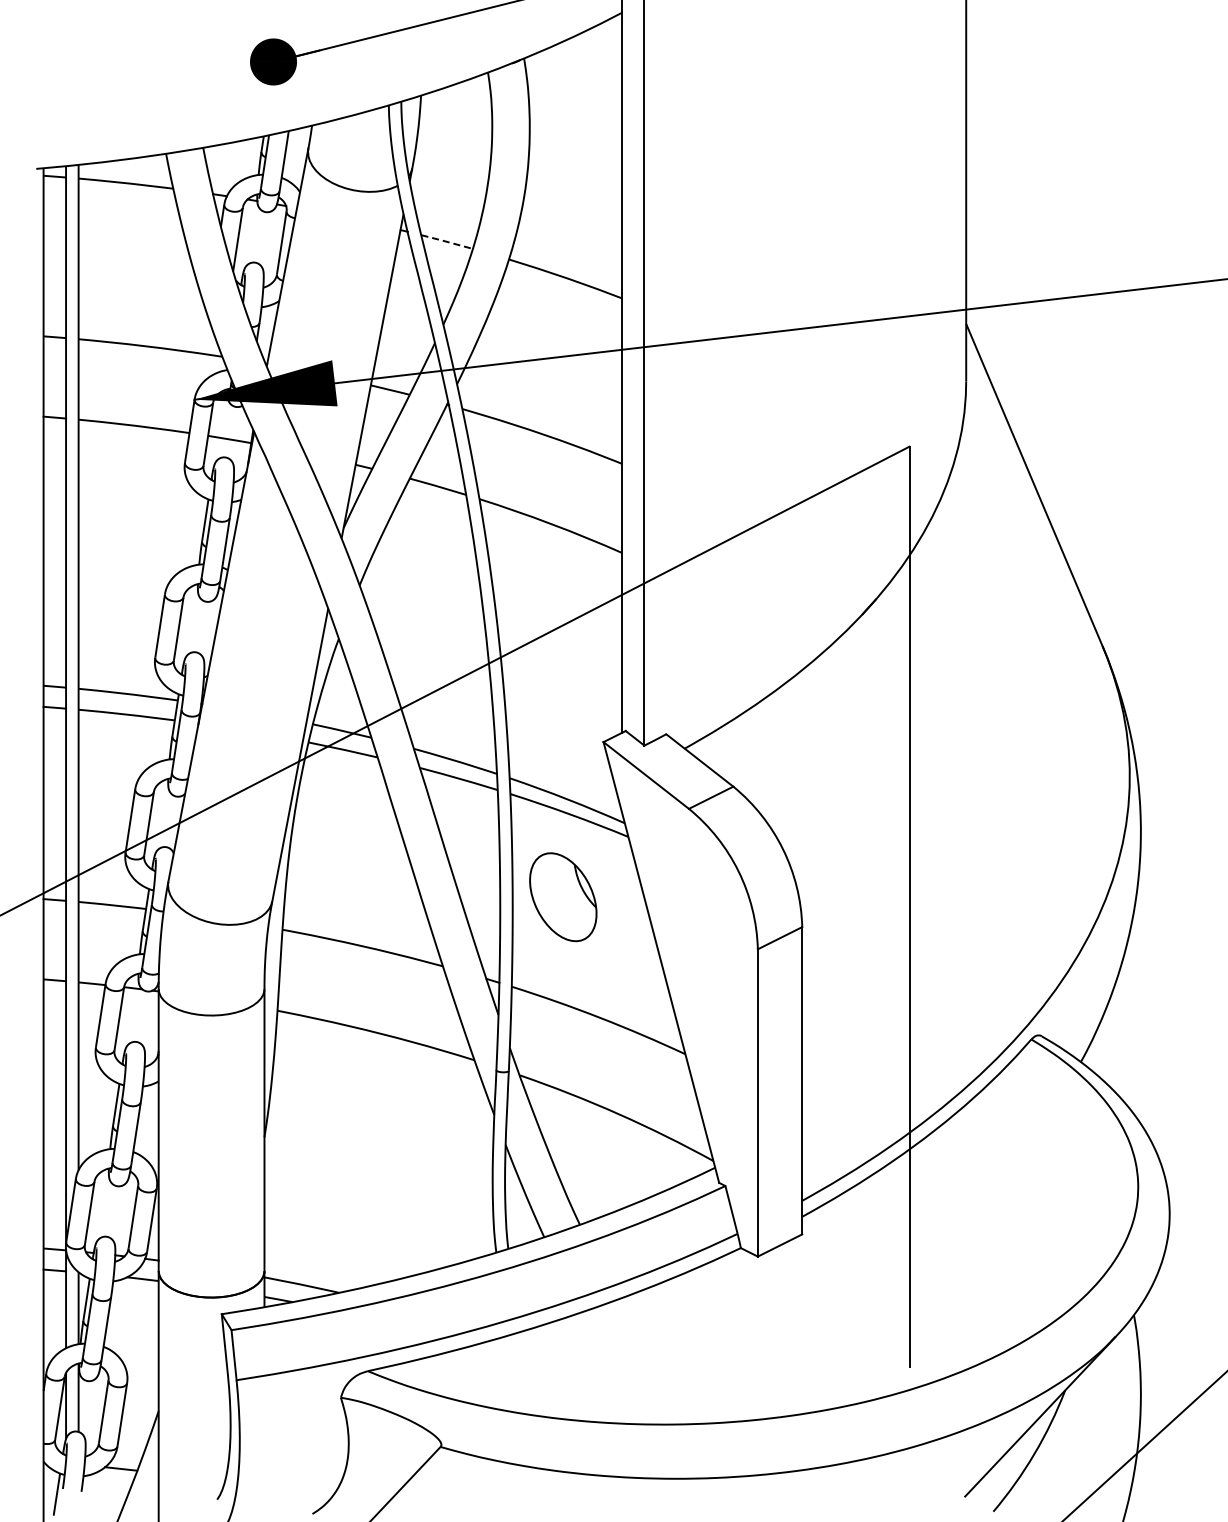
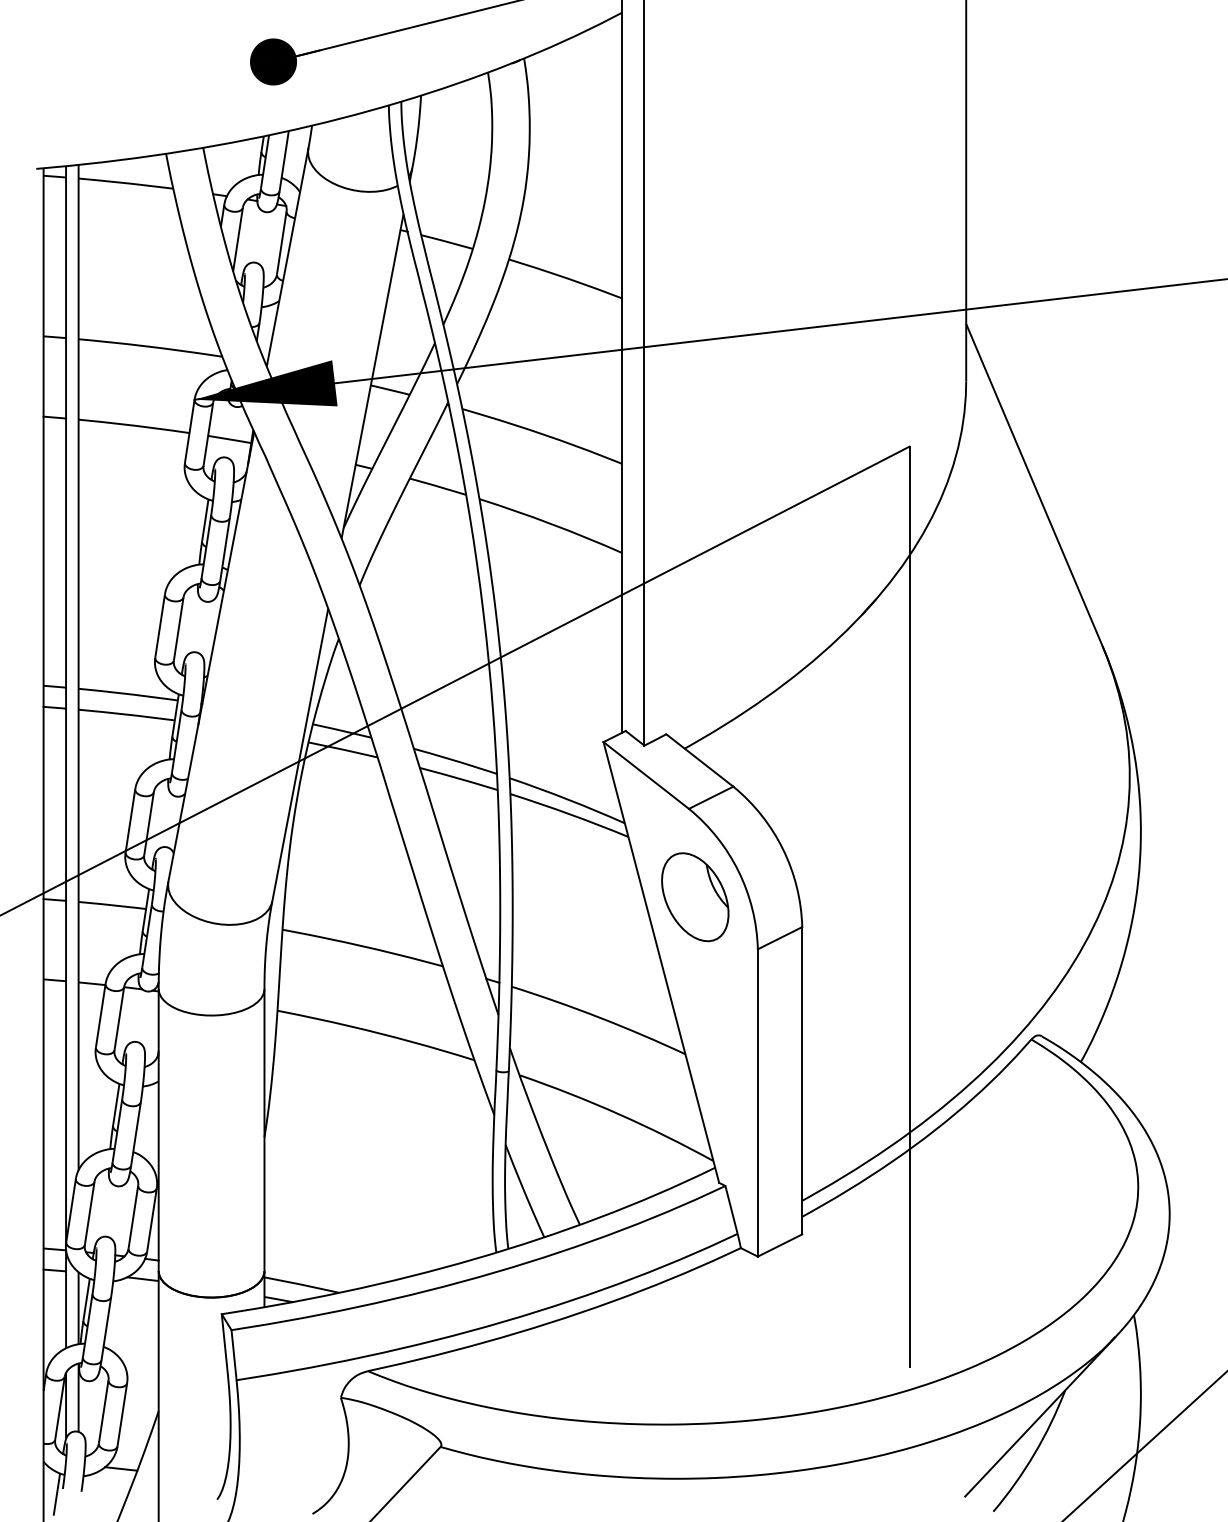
line at (447, 241): dashed -> solid
part at (563, 897) position: (563, 897) -> (695, 897)
